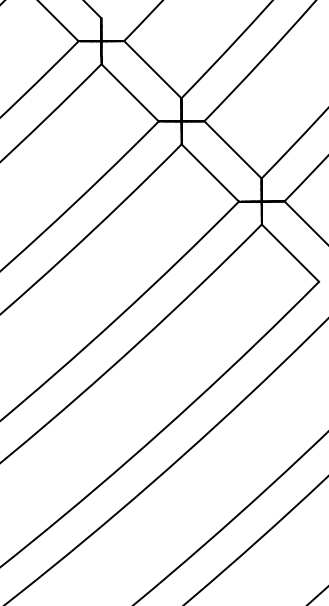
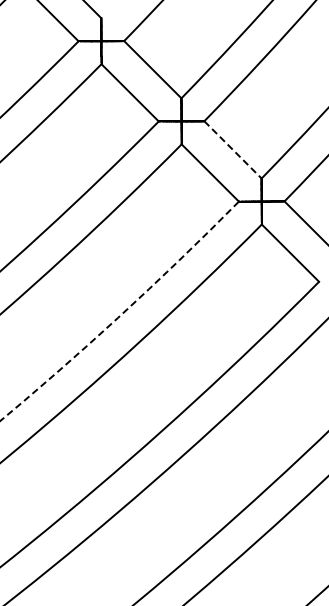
line at (233, 150): solid -> dashed
arc at (121, 314): solid -> dashed
